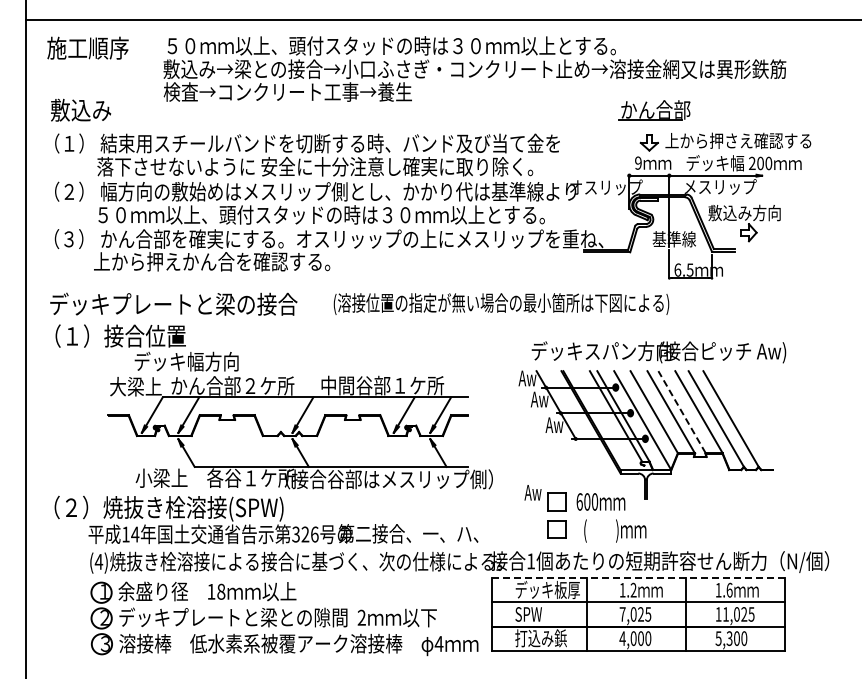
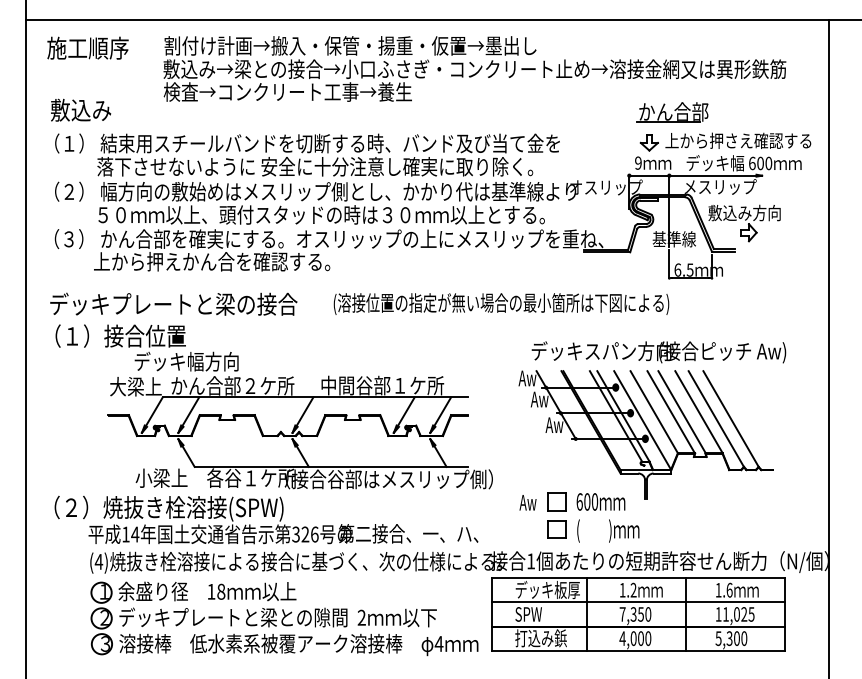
text at (389, 45): ５０ｍｍ以上、頭付スタッドの時は３０ｍｍ以上とする。 -> 割付け計画→搬入・保管・揚重・仮置→墨出し
part at (654, 110) position: (654, 110) -> (672, 112)
text at (751, 163): 200 -> 600
line at (829, 347): none -> present
line at (681, 411): dashed -> solid
text at (532, 492) position: (532, 492) -> (527, 502)
text at (615, 530) position: (615, 530) -> (608, 530)
line at (638, 578): dashed -> solid
text at (640, 614): 7,025 -> 7,350
